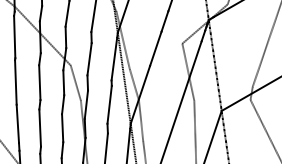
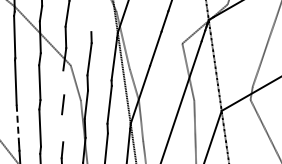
line at (93, 17): present -> none
line at (63, 82): present -> none
line at (17, 124): solid -> dashed
line at (62, 128): present -> none
